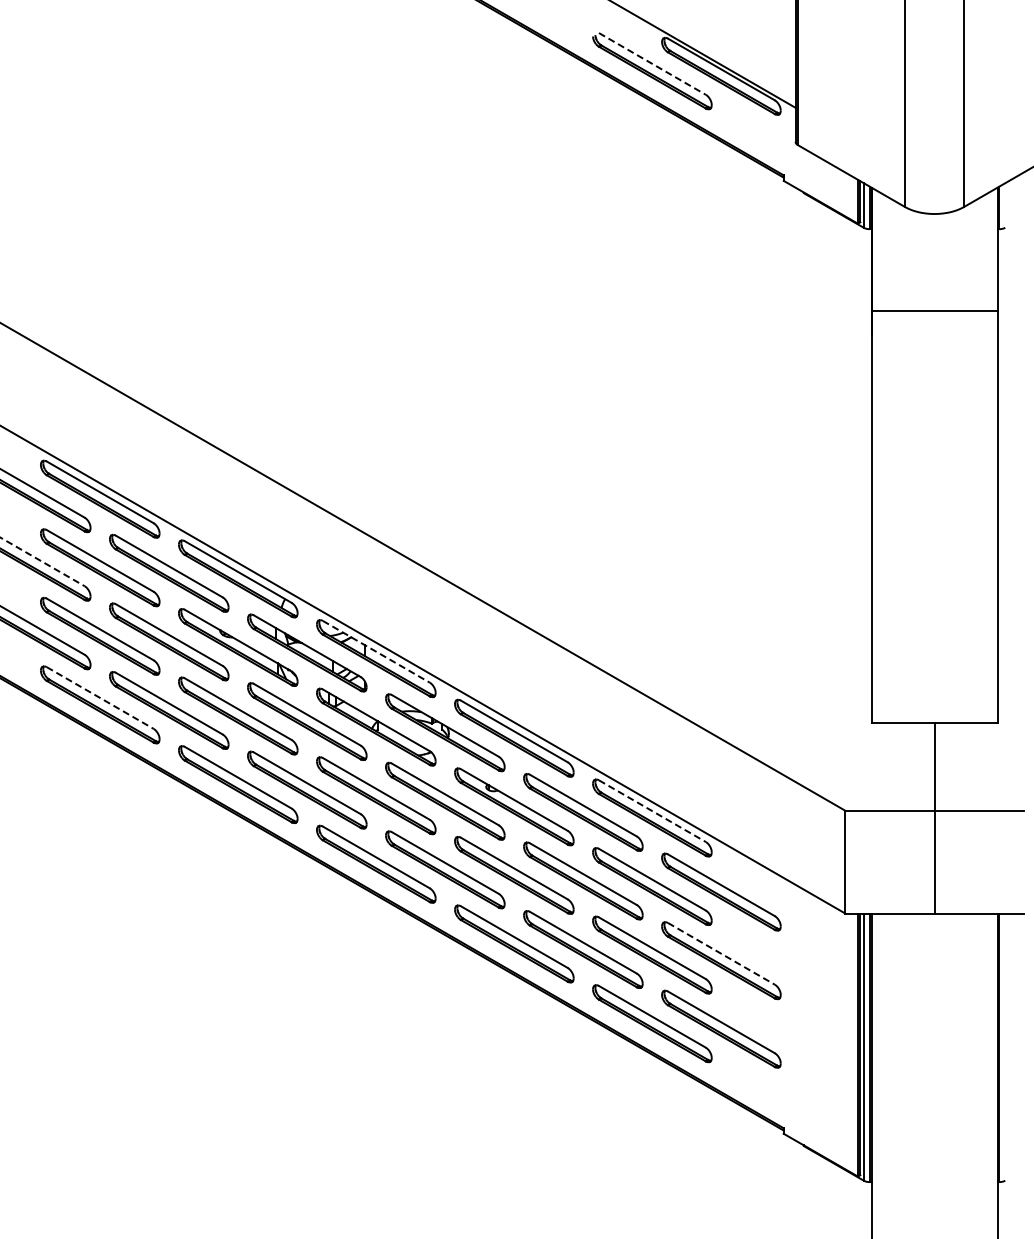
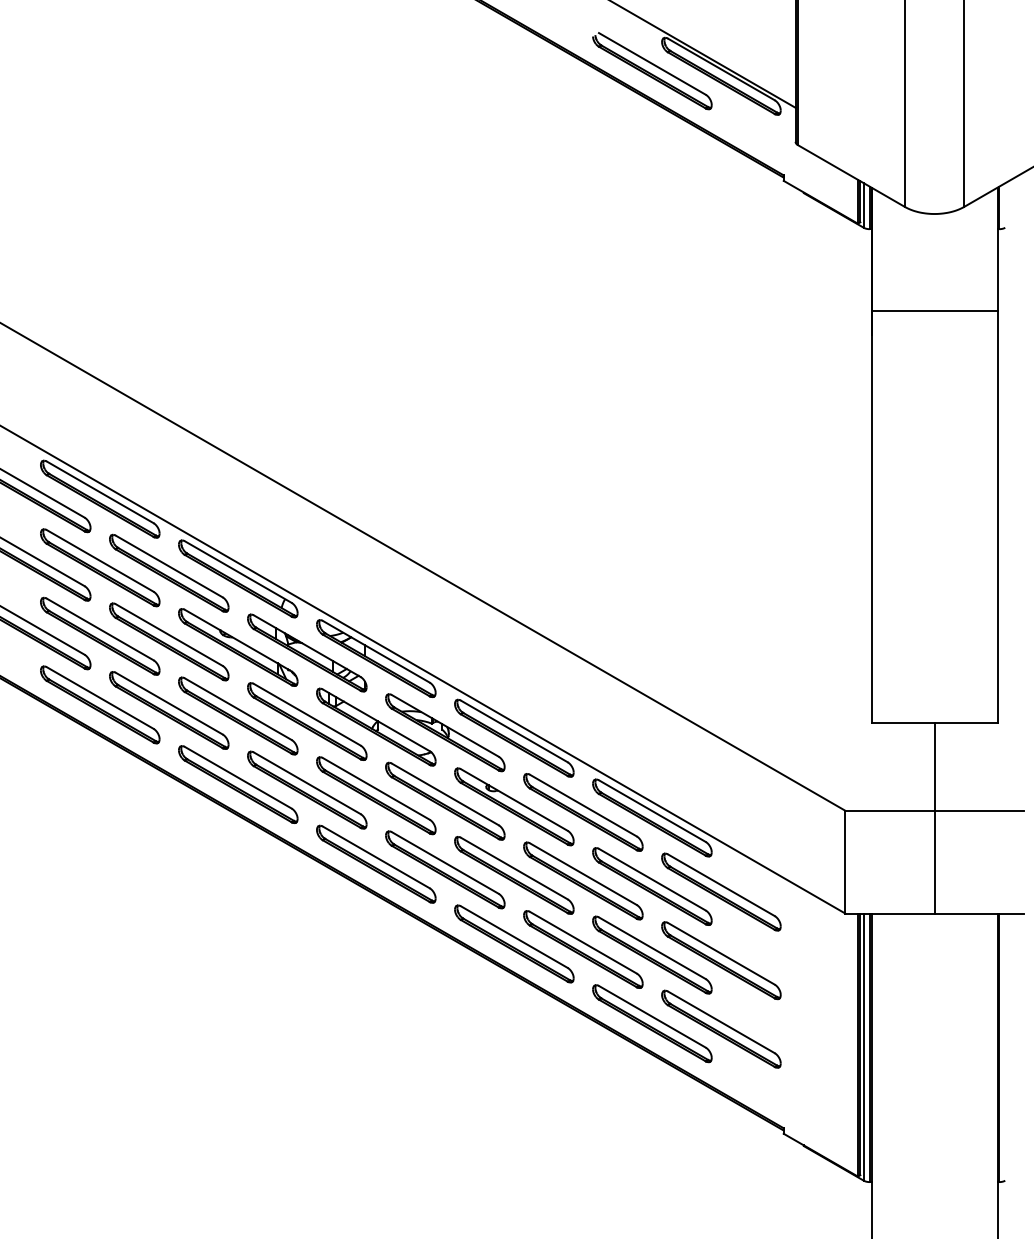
line at (652, 63): dashed -> solid
line at (42, 561): dashed -> solid
line at (376, 651): dashed -> solid
line at (100, 698): dashed -> solid
line at (652, 811): dashed -> solid
line at (721, 953): dashed -> solid
